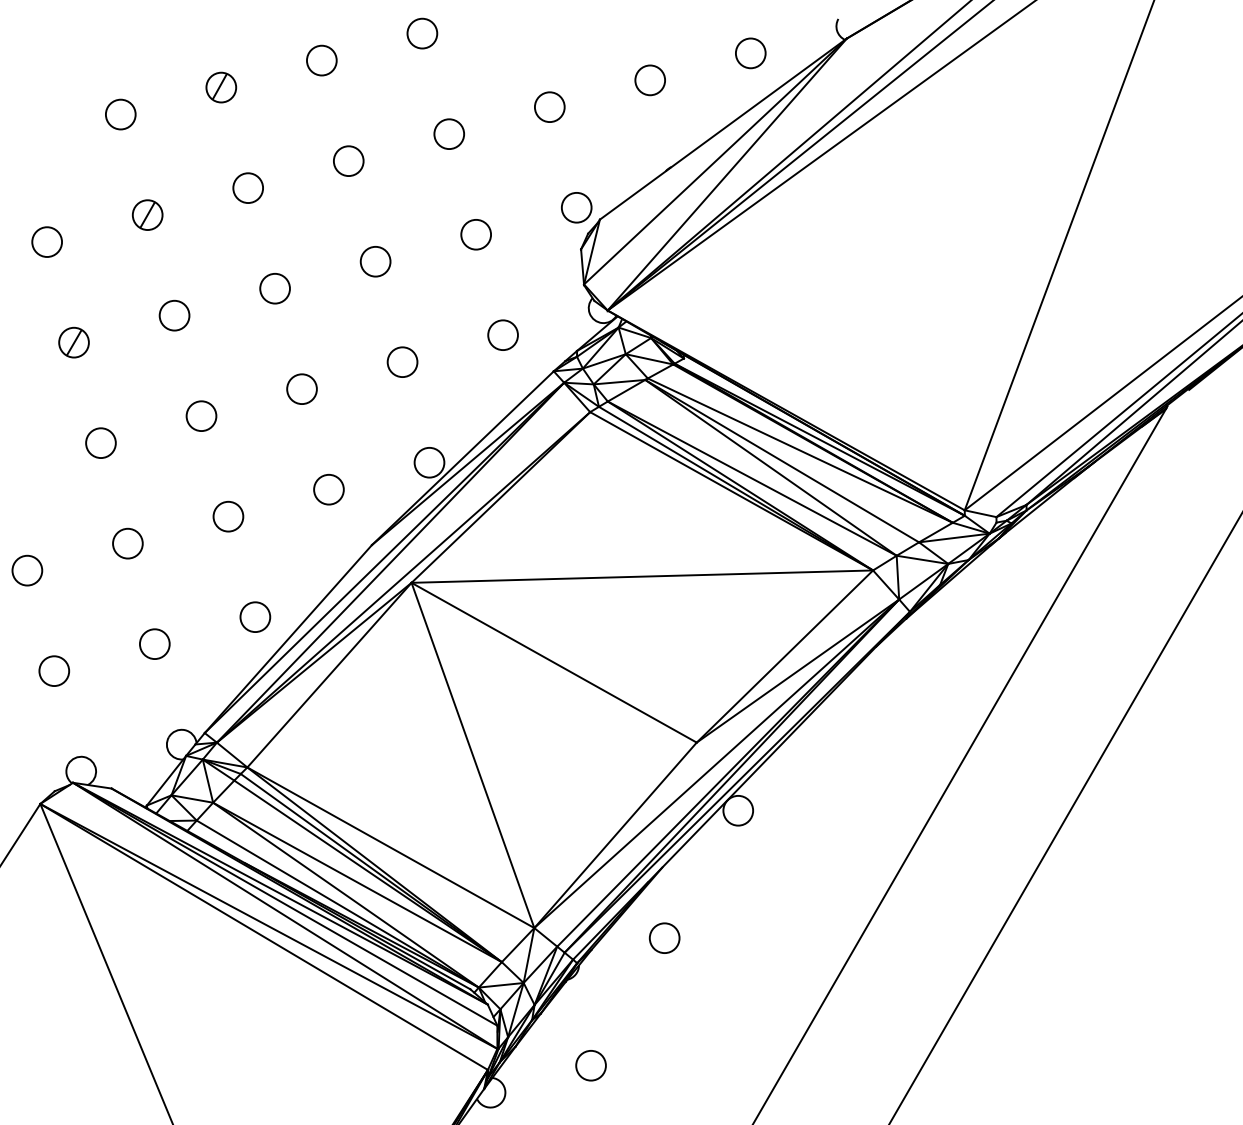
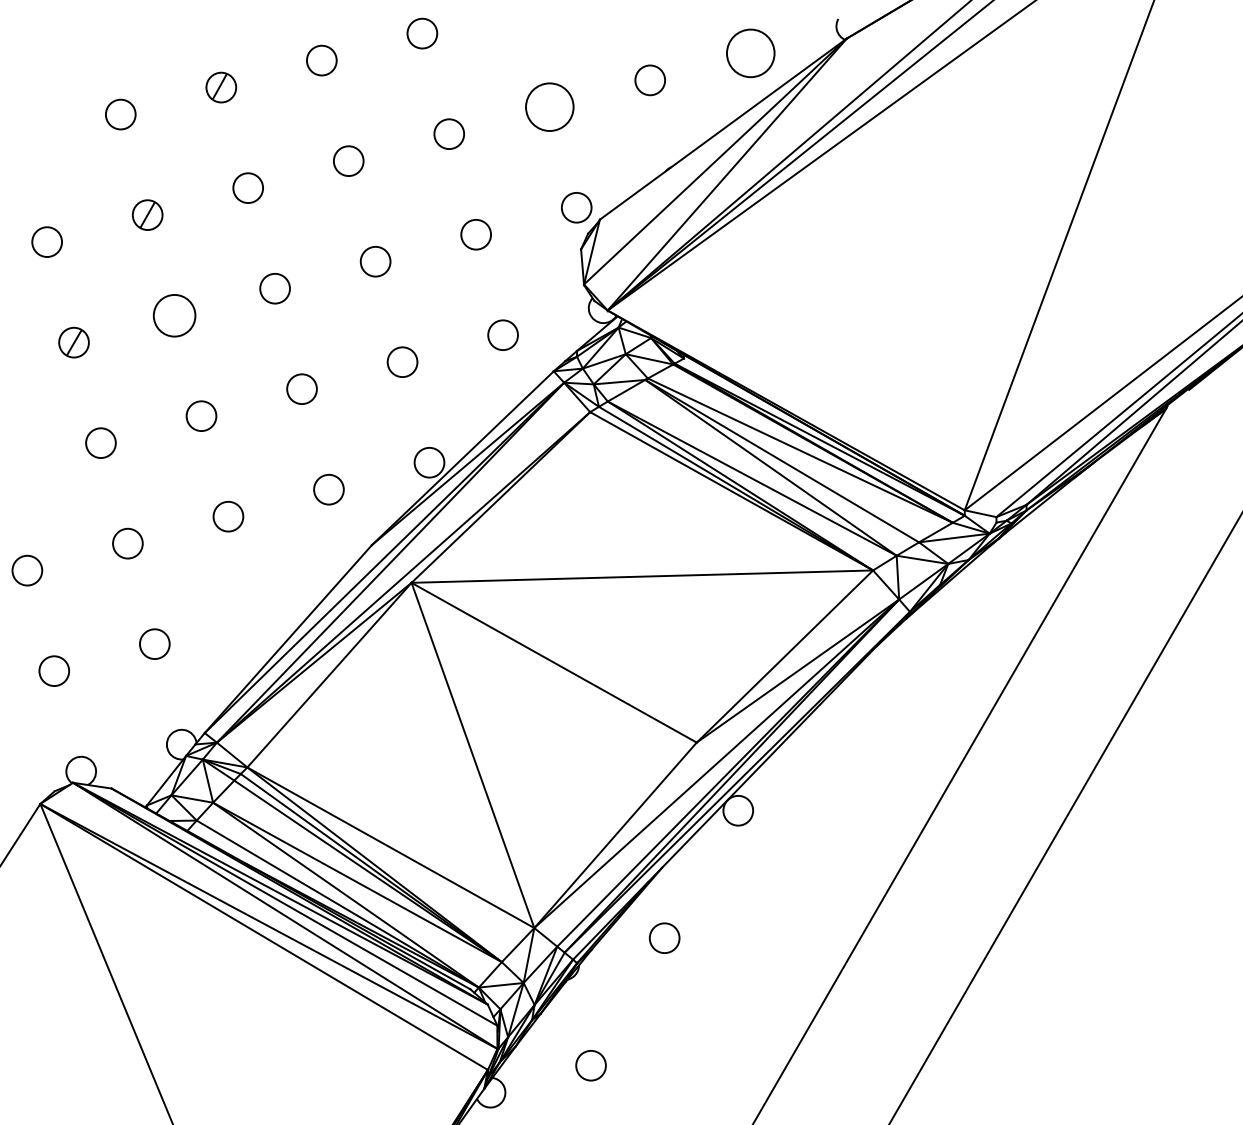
circle at (750, 53) diameter: 30 px -> 48 px
circle at (549, 107) diameter: 30 px -> 48 px
circle at (174, 315) size: 33x33 px -> 45x44 px
circle at (255, 616): present -> none
